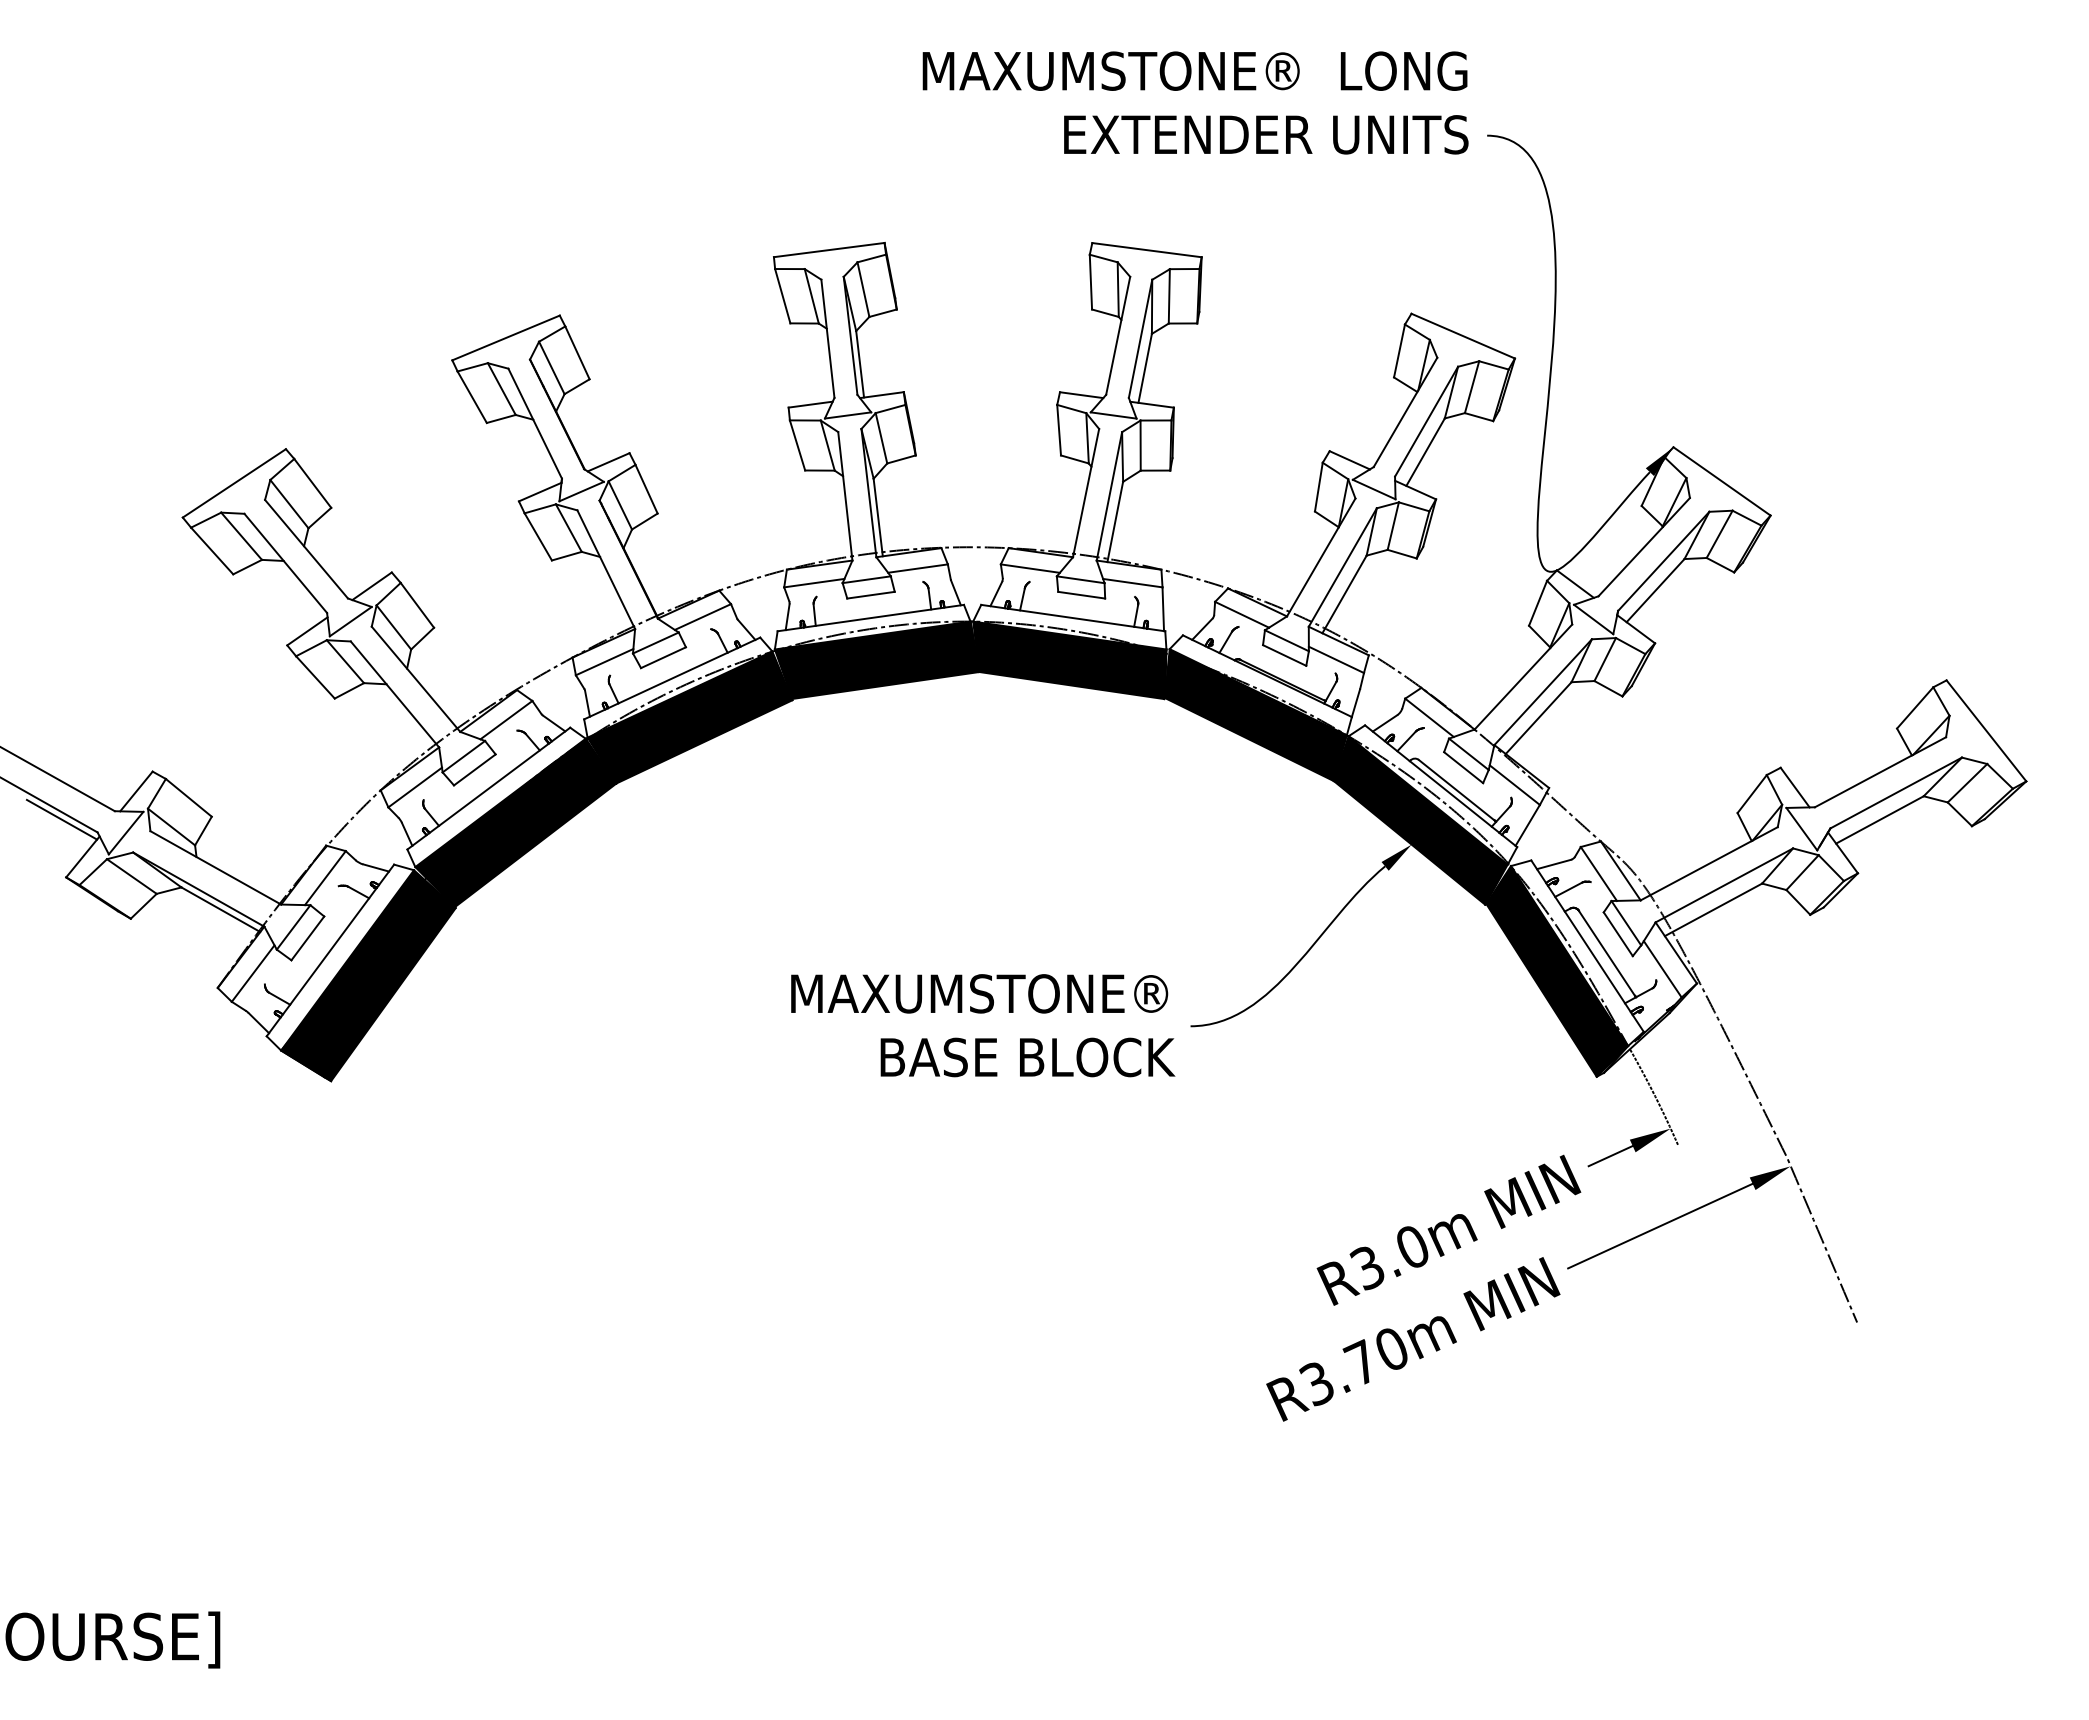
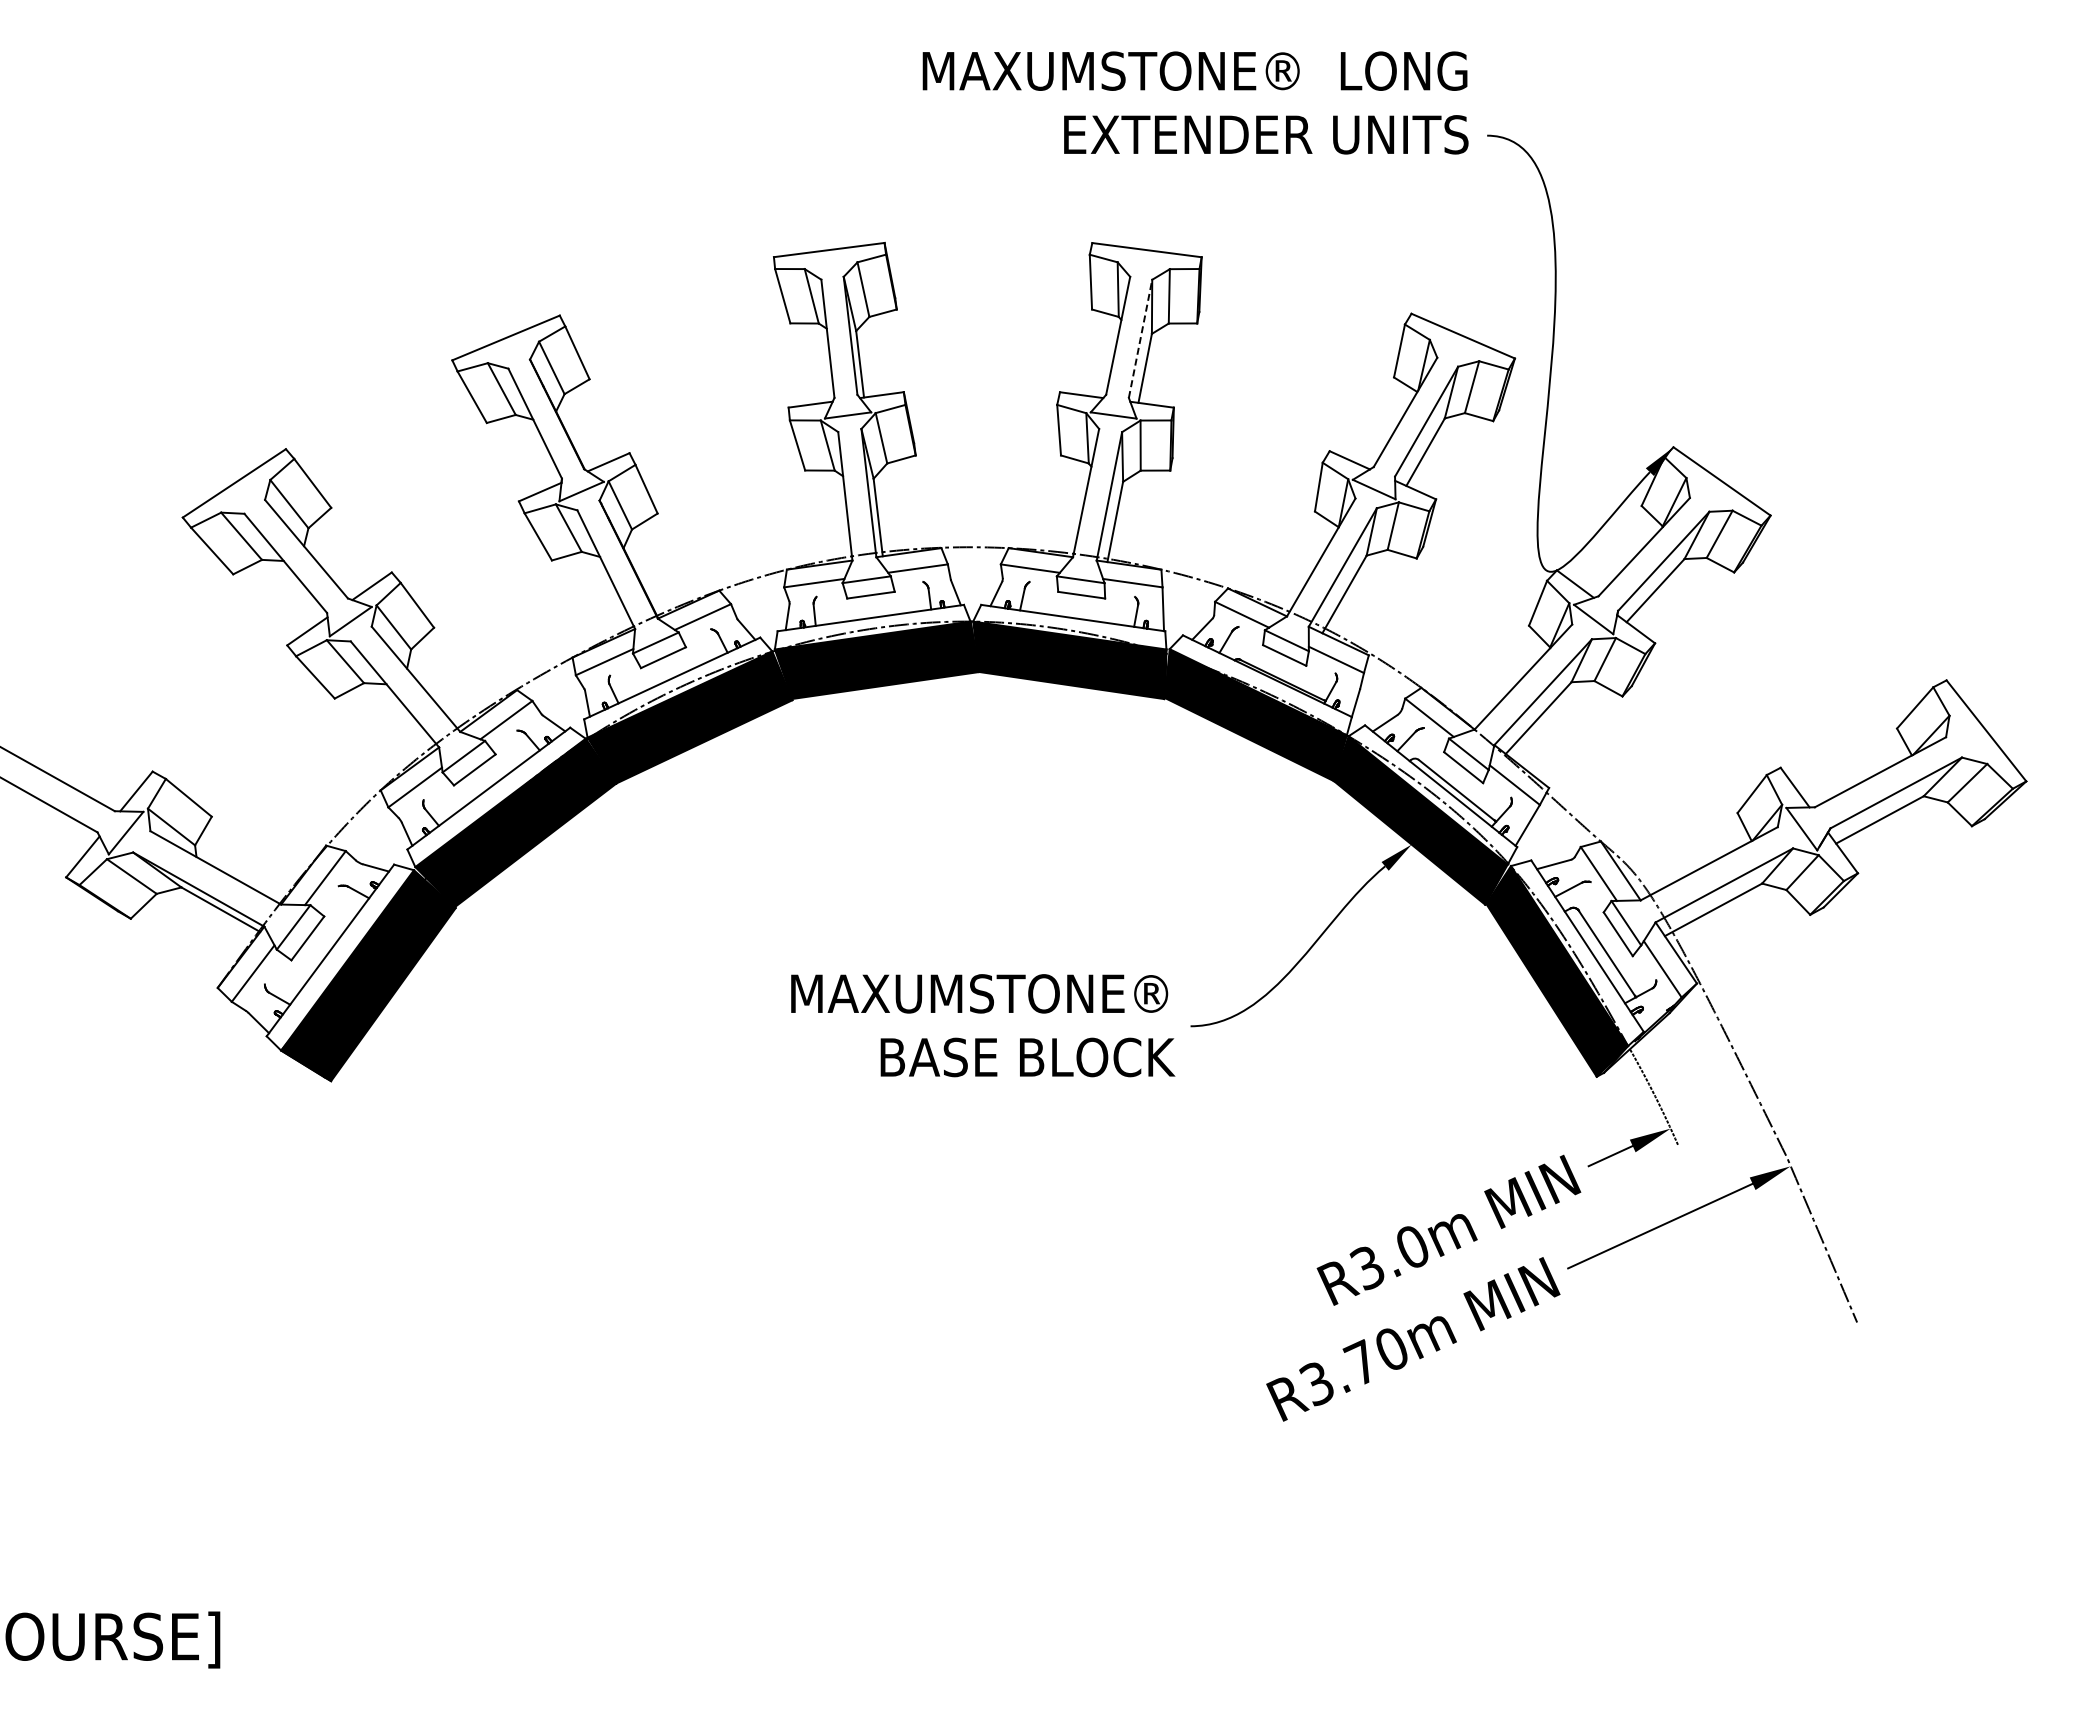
line at (1140, 338): solid -> dashed
line at (61, 819): present -> none
